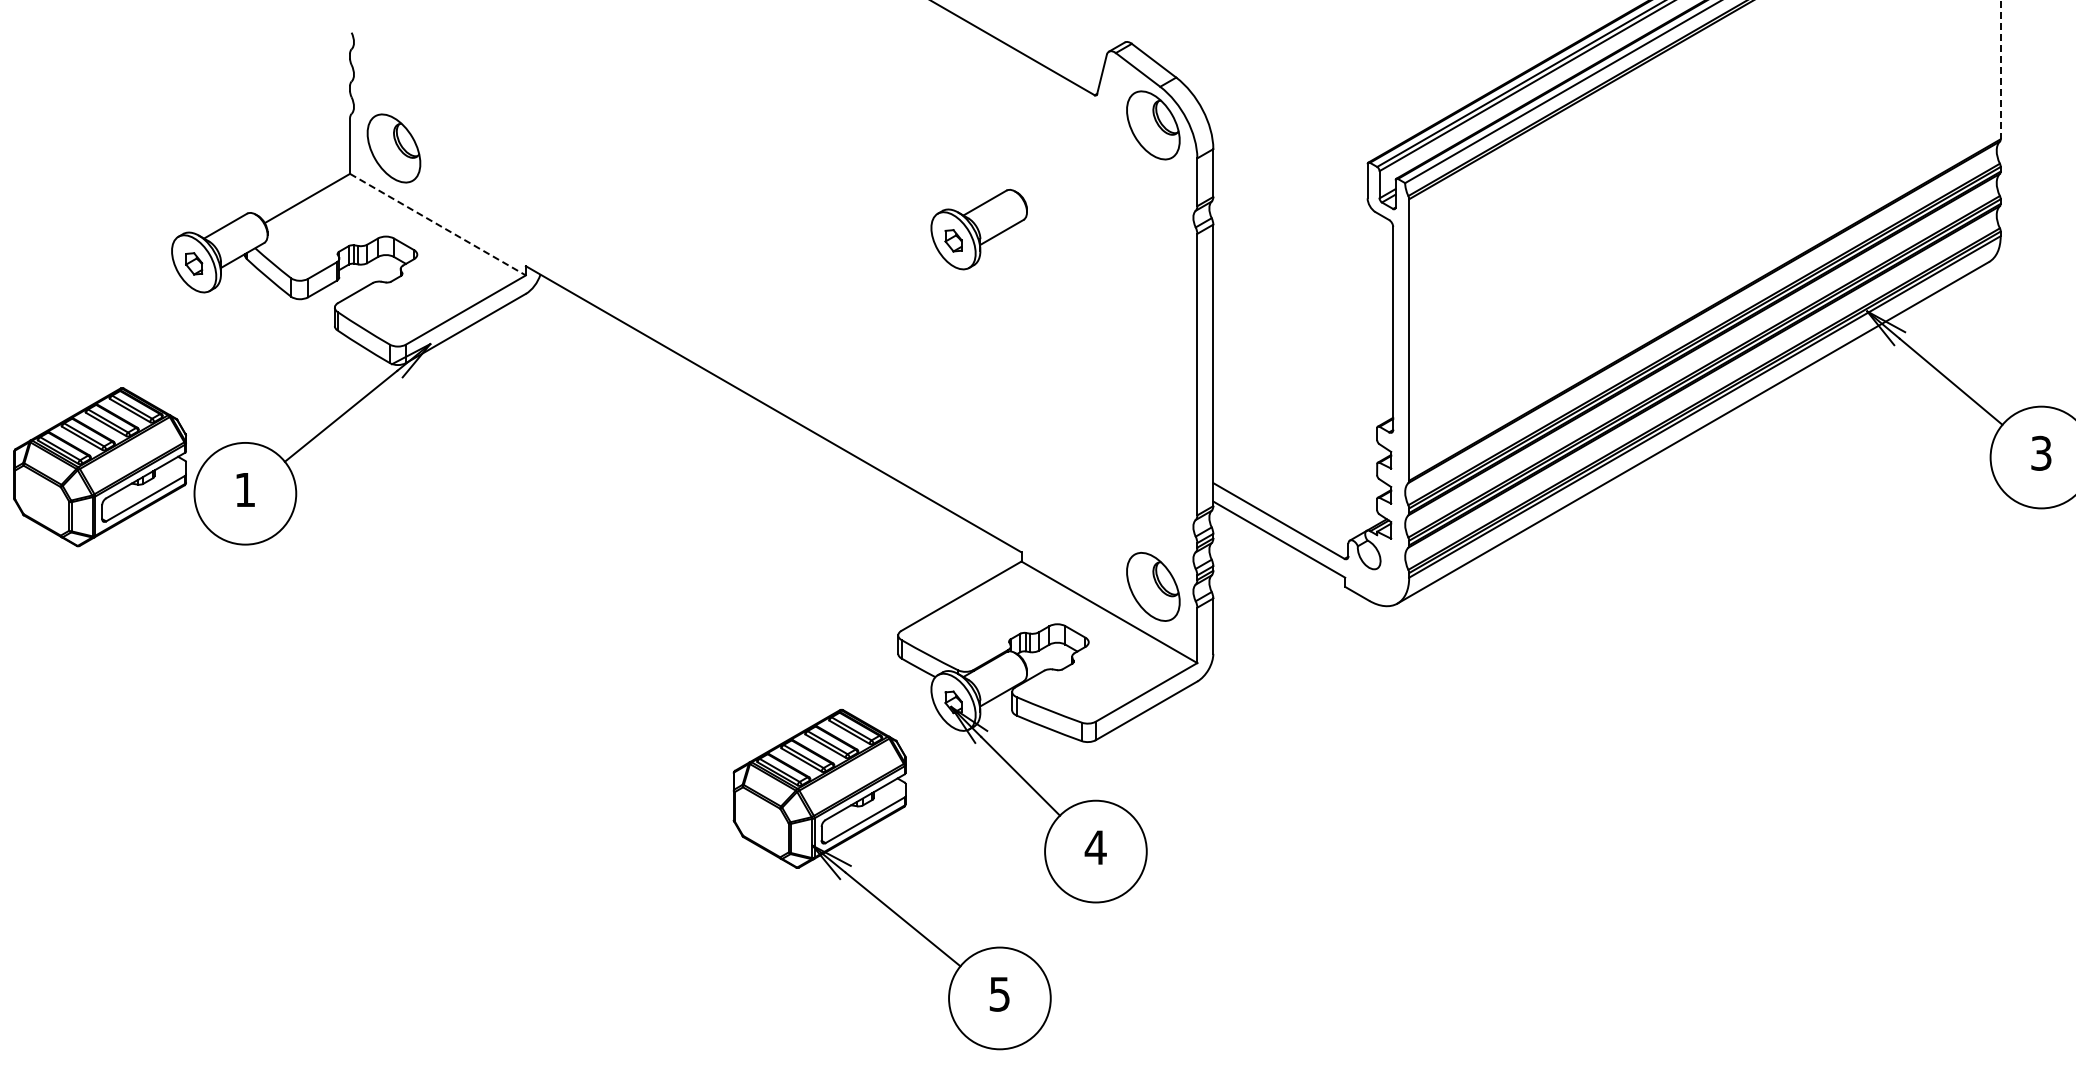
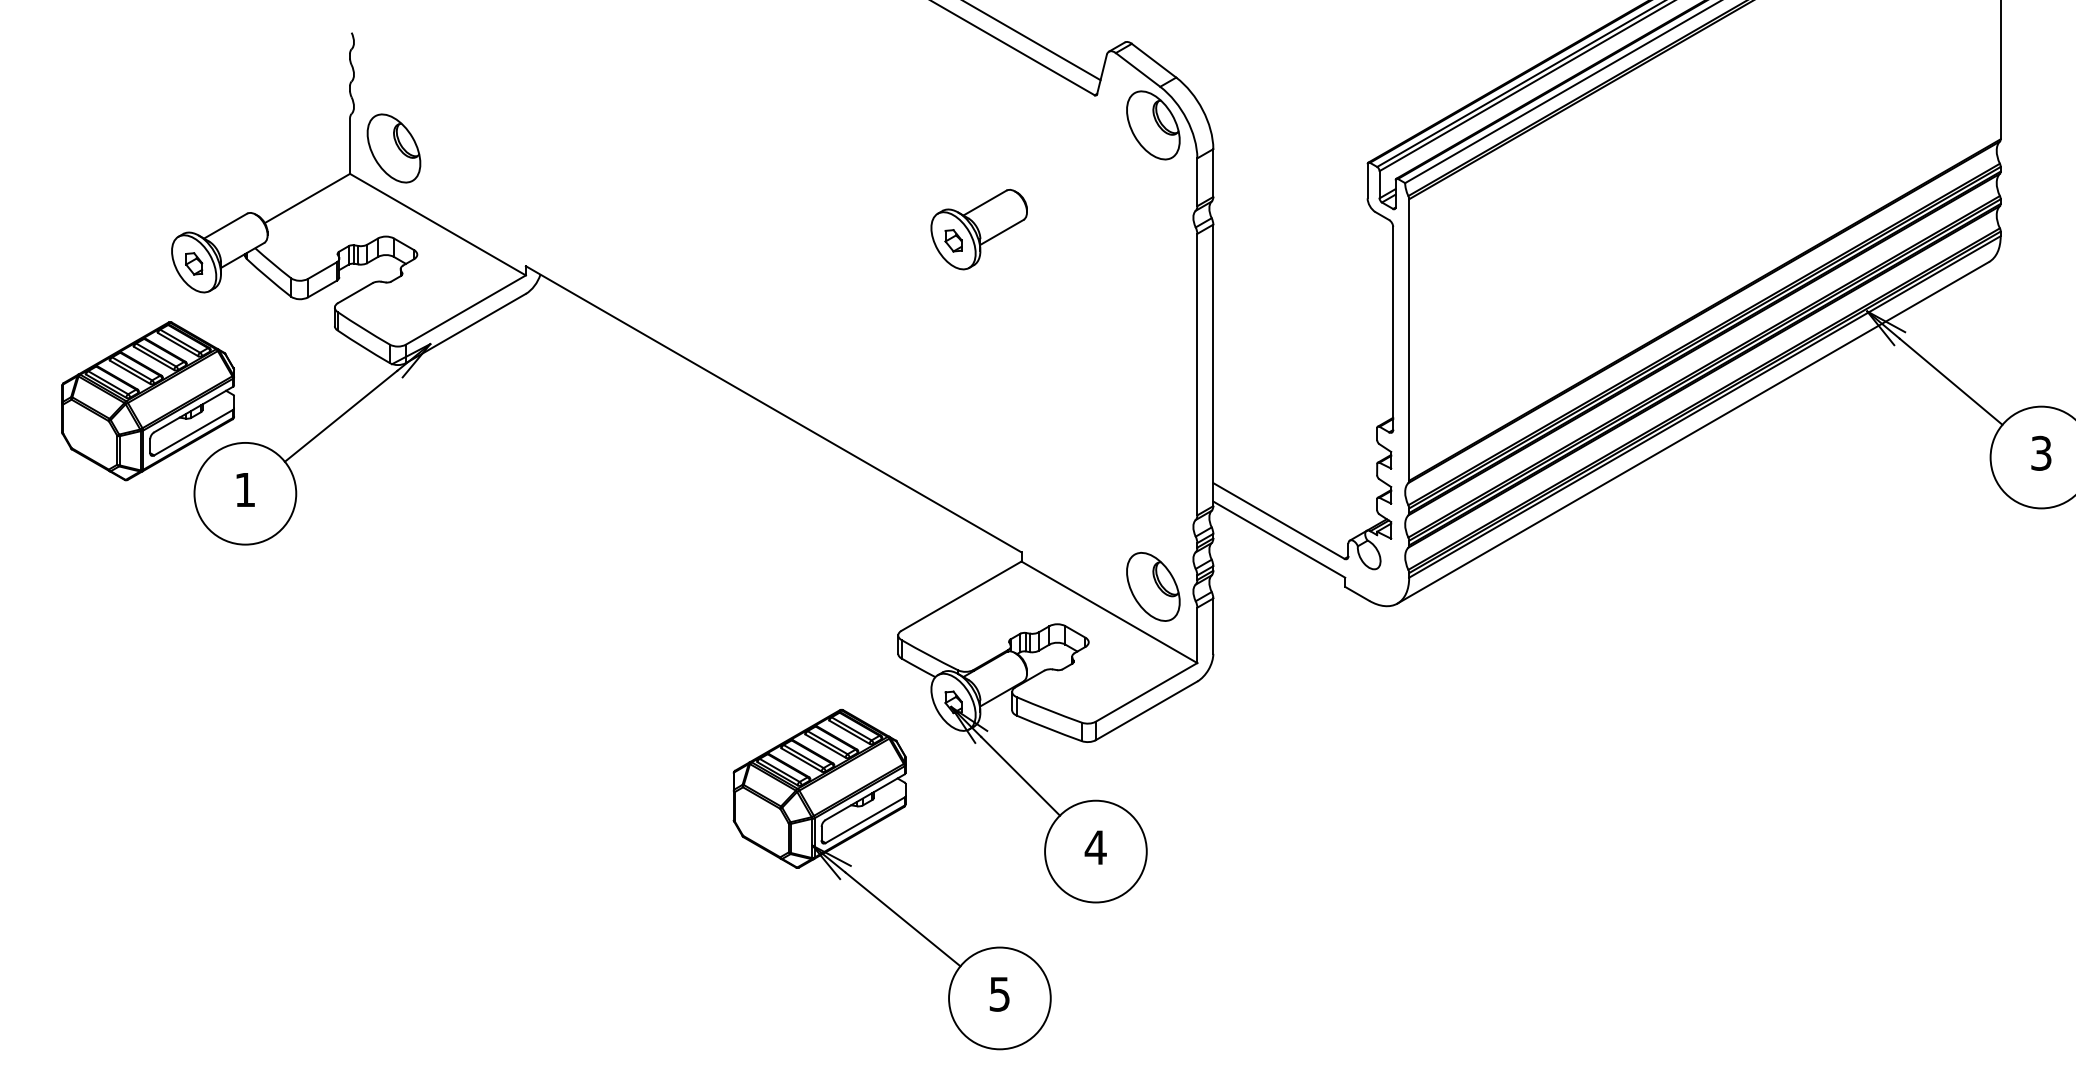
line at (1032, 41): none -> present
line at (2000, 70): dashed -> solid
line at (437, 224): dashed -> solid
part at (99, 467) position: (99, 467) -> (147, 401)
